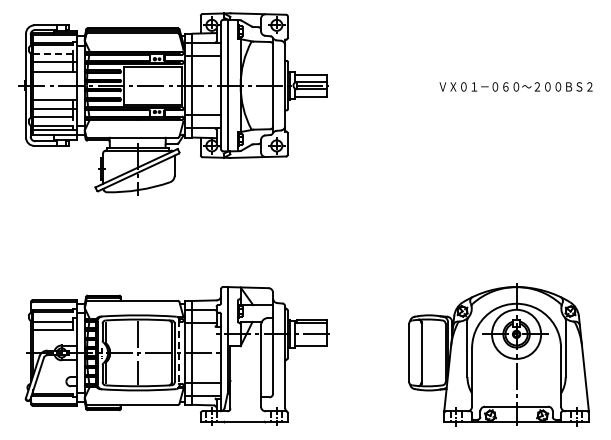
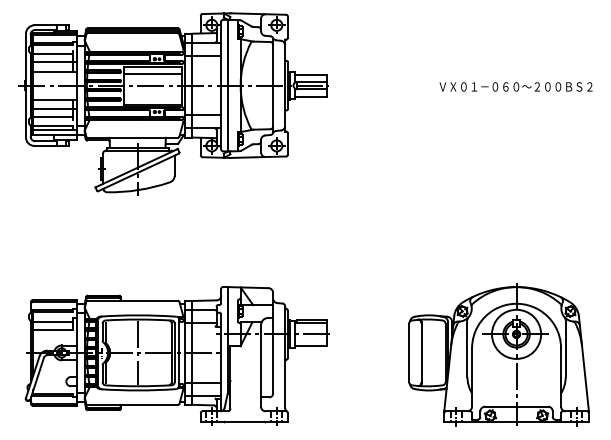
line at (53, 54): dashed -> solid
line at (152, 73): none -> present
line at (179, 352): dashed -> solid
